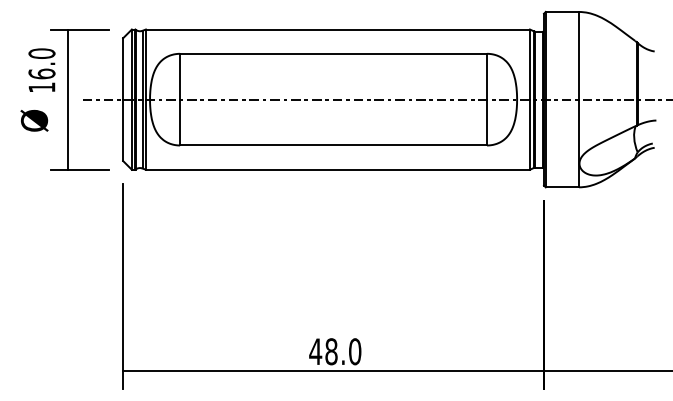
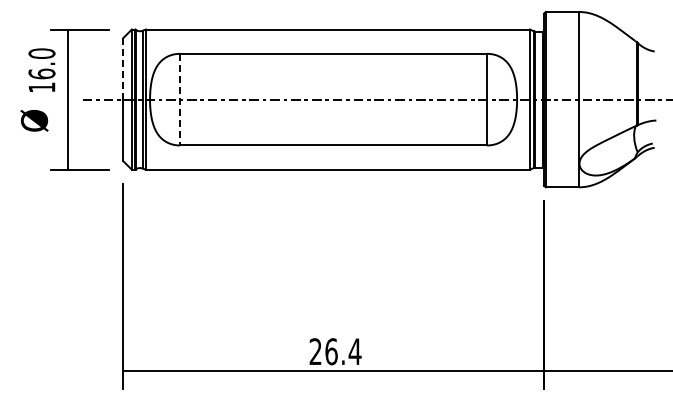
line at (123, 68): solid -> dashed
line at (180, 99): solid -> dashed
text at (335, 351): 48.0 -> 26.4
